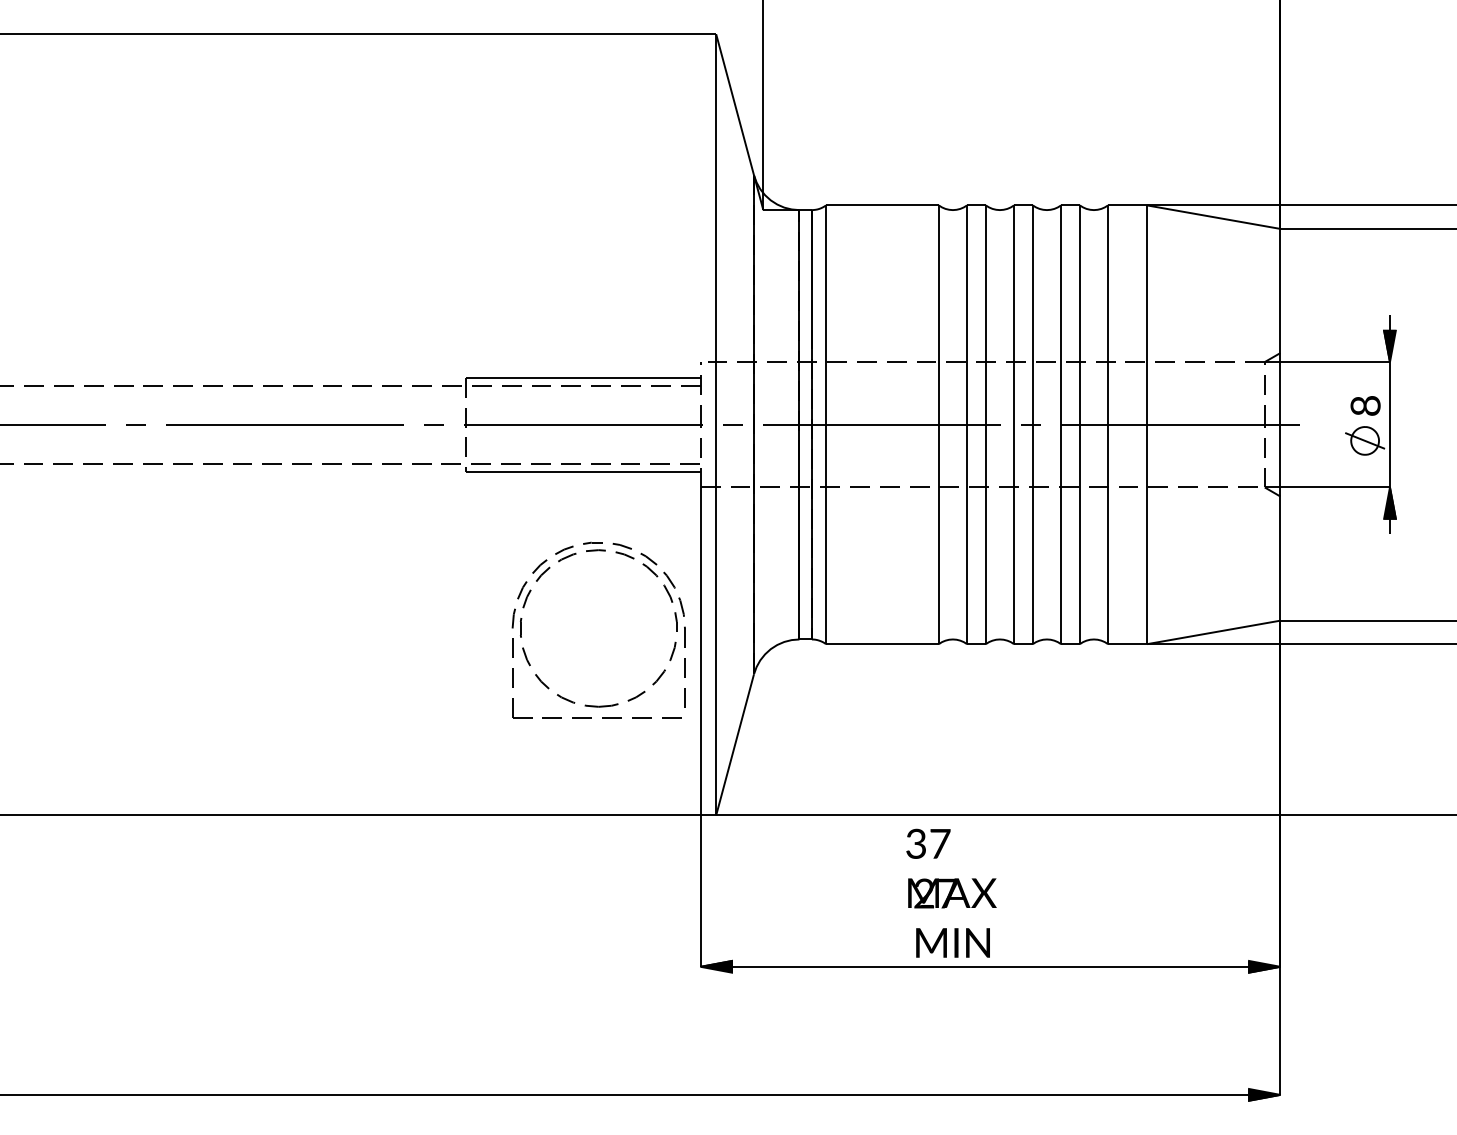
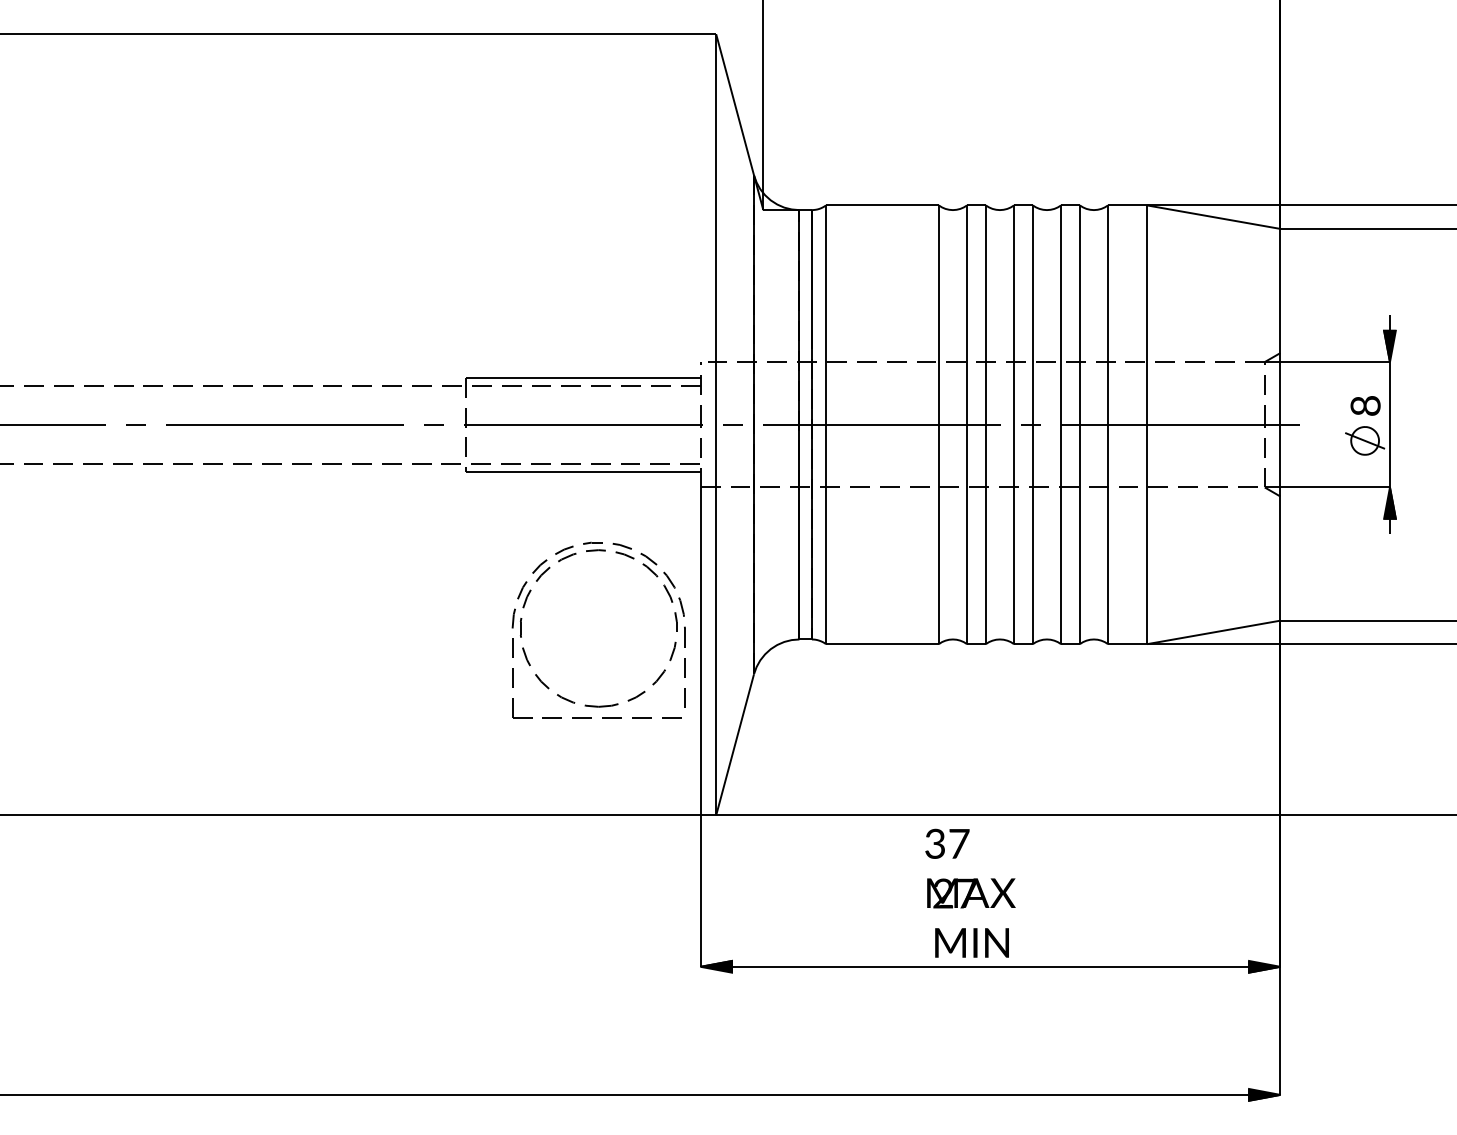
text at (951, 892) position: (951, 892) -> (970, 892)
